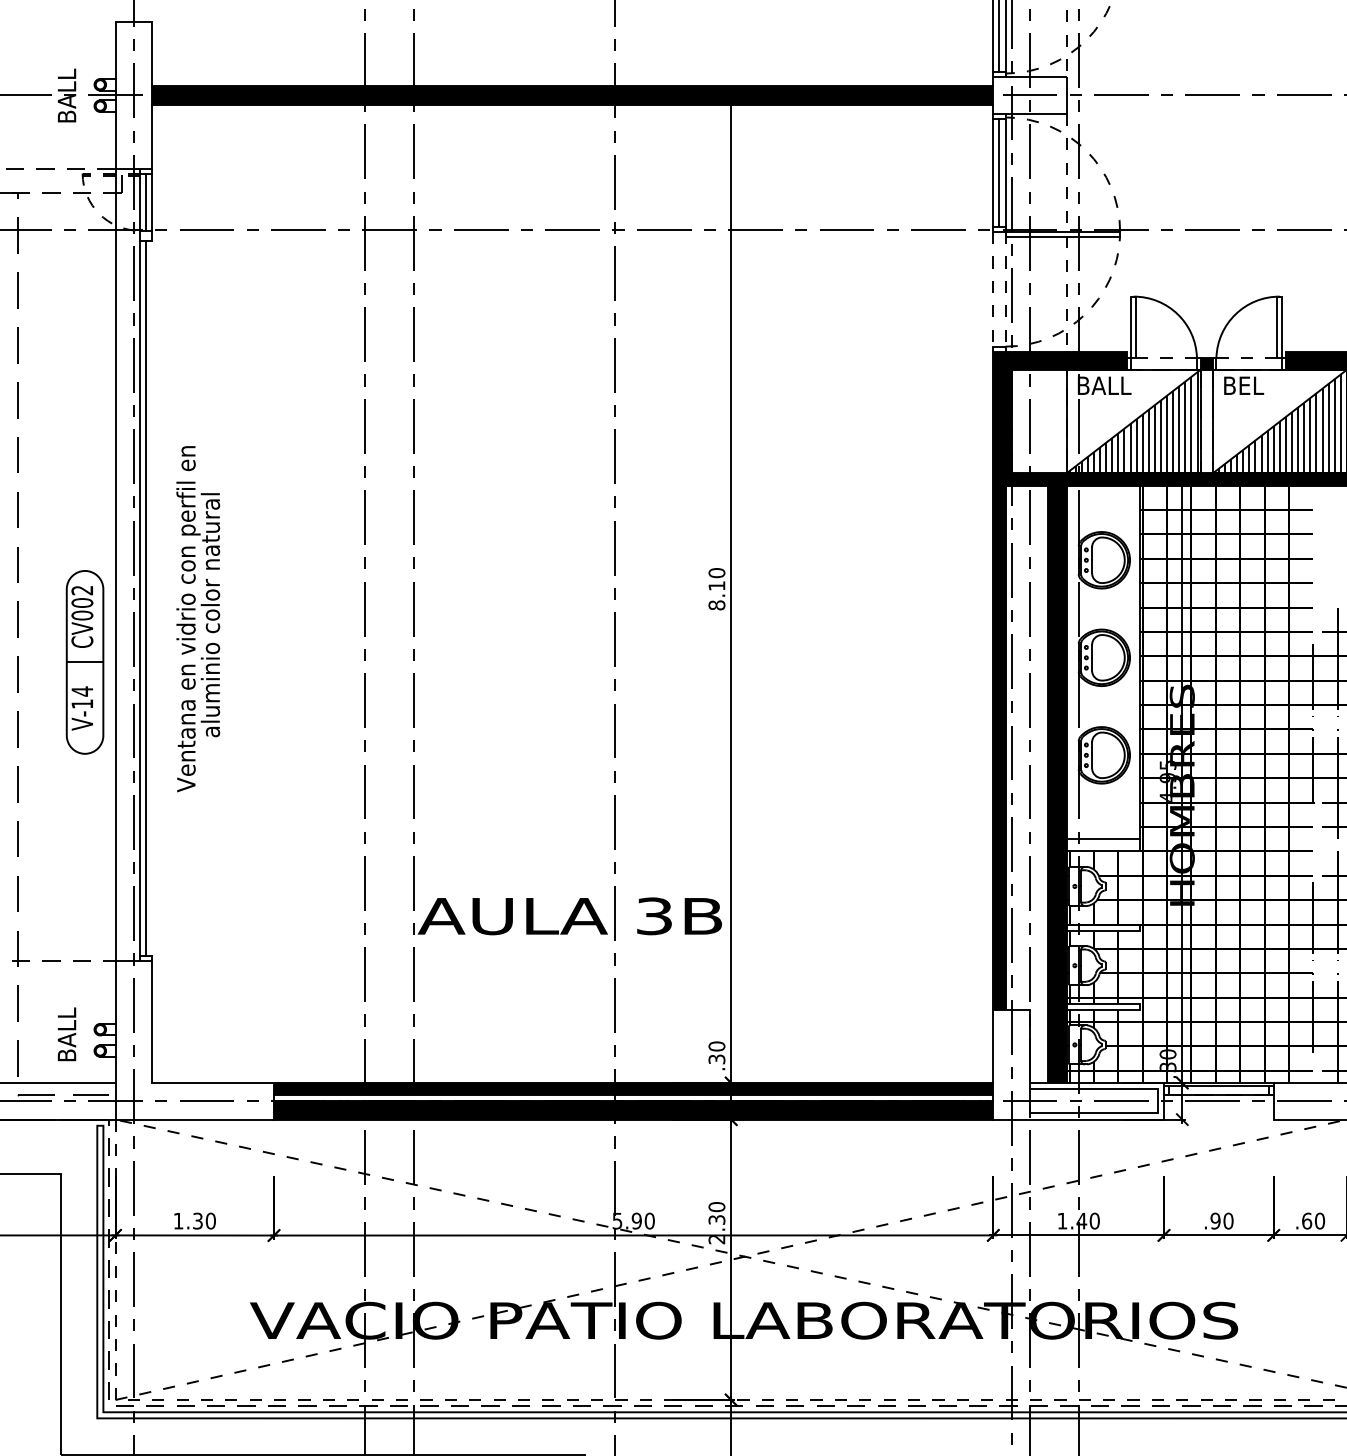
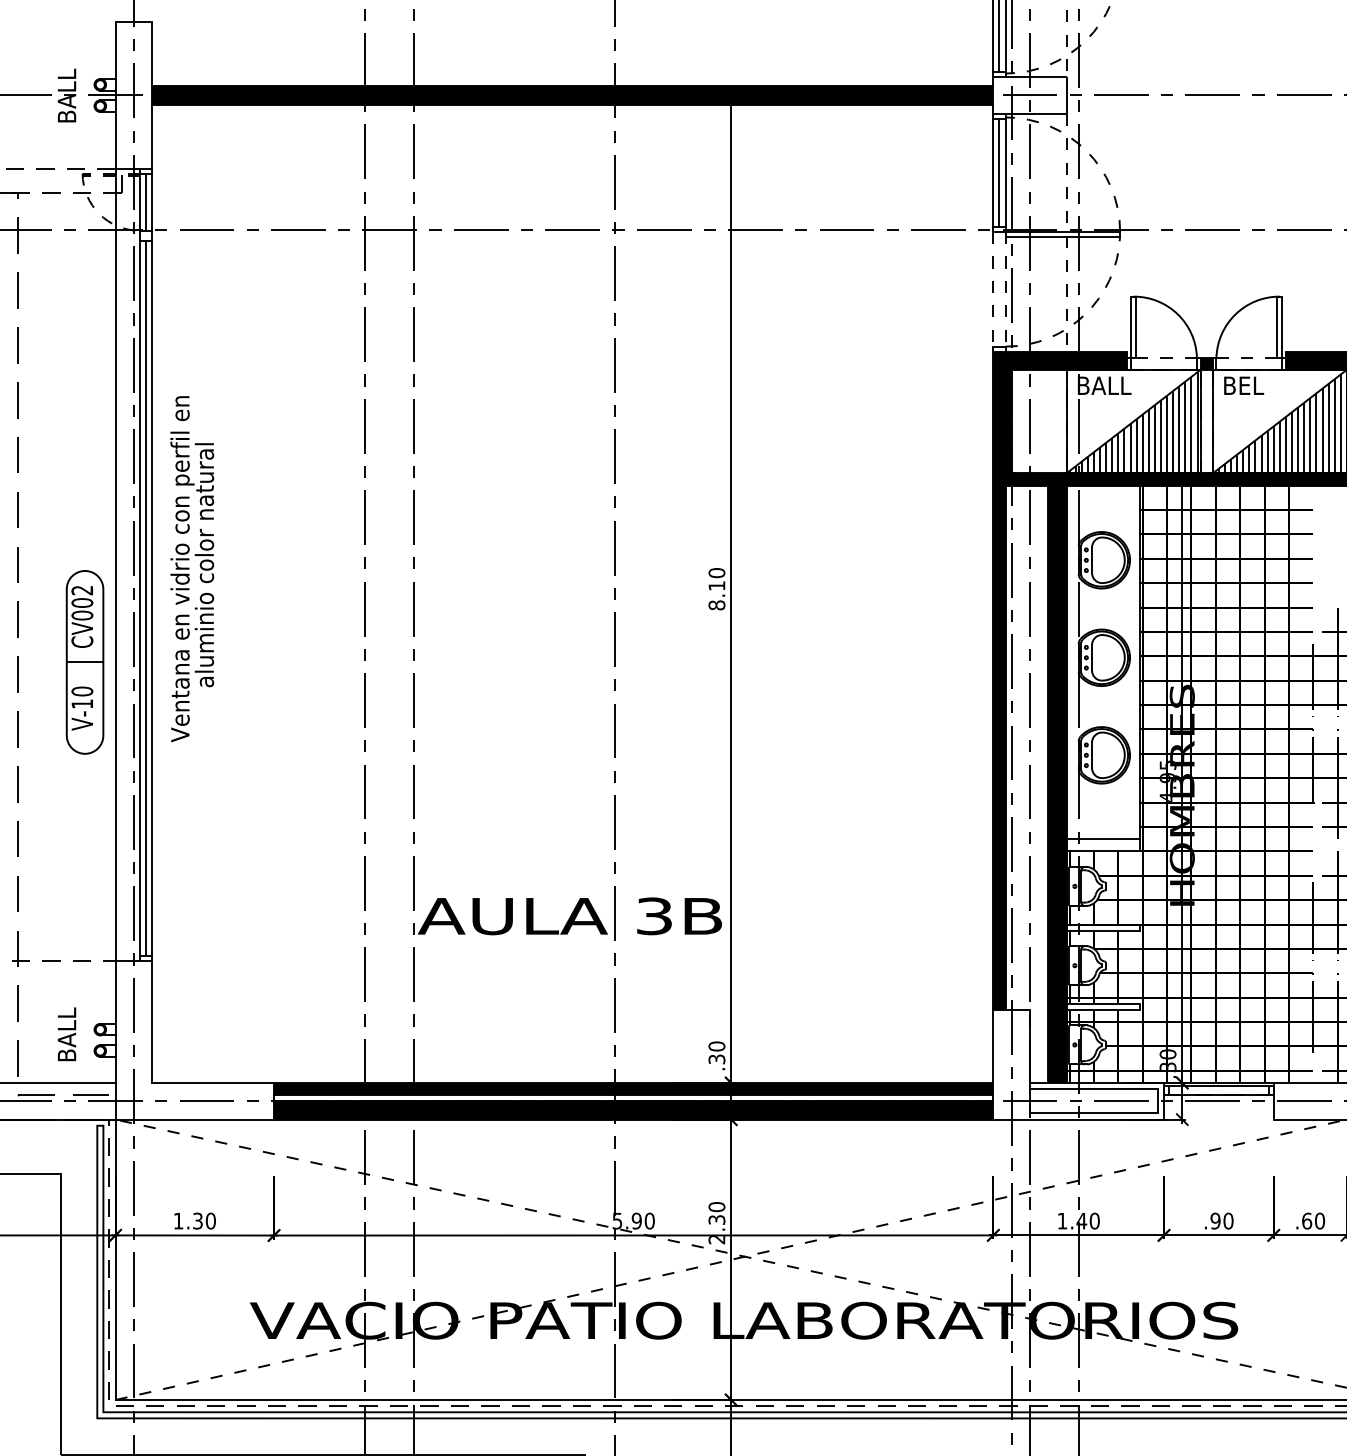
line at (152, 598): none -> present
text at (198, 619) position: (198, 619) -> (192, 569)
text at (82, 691): V-14 -> V-10
line at (590, 1399): dashed -> solid
